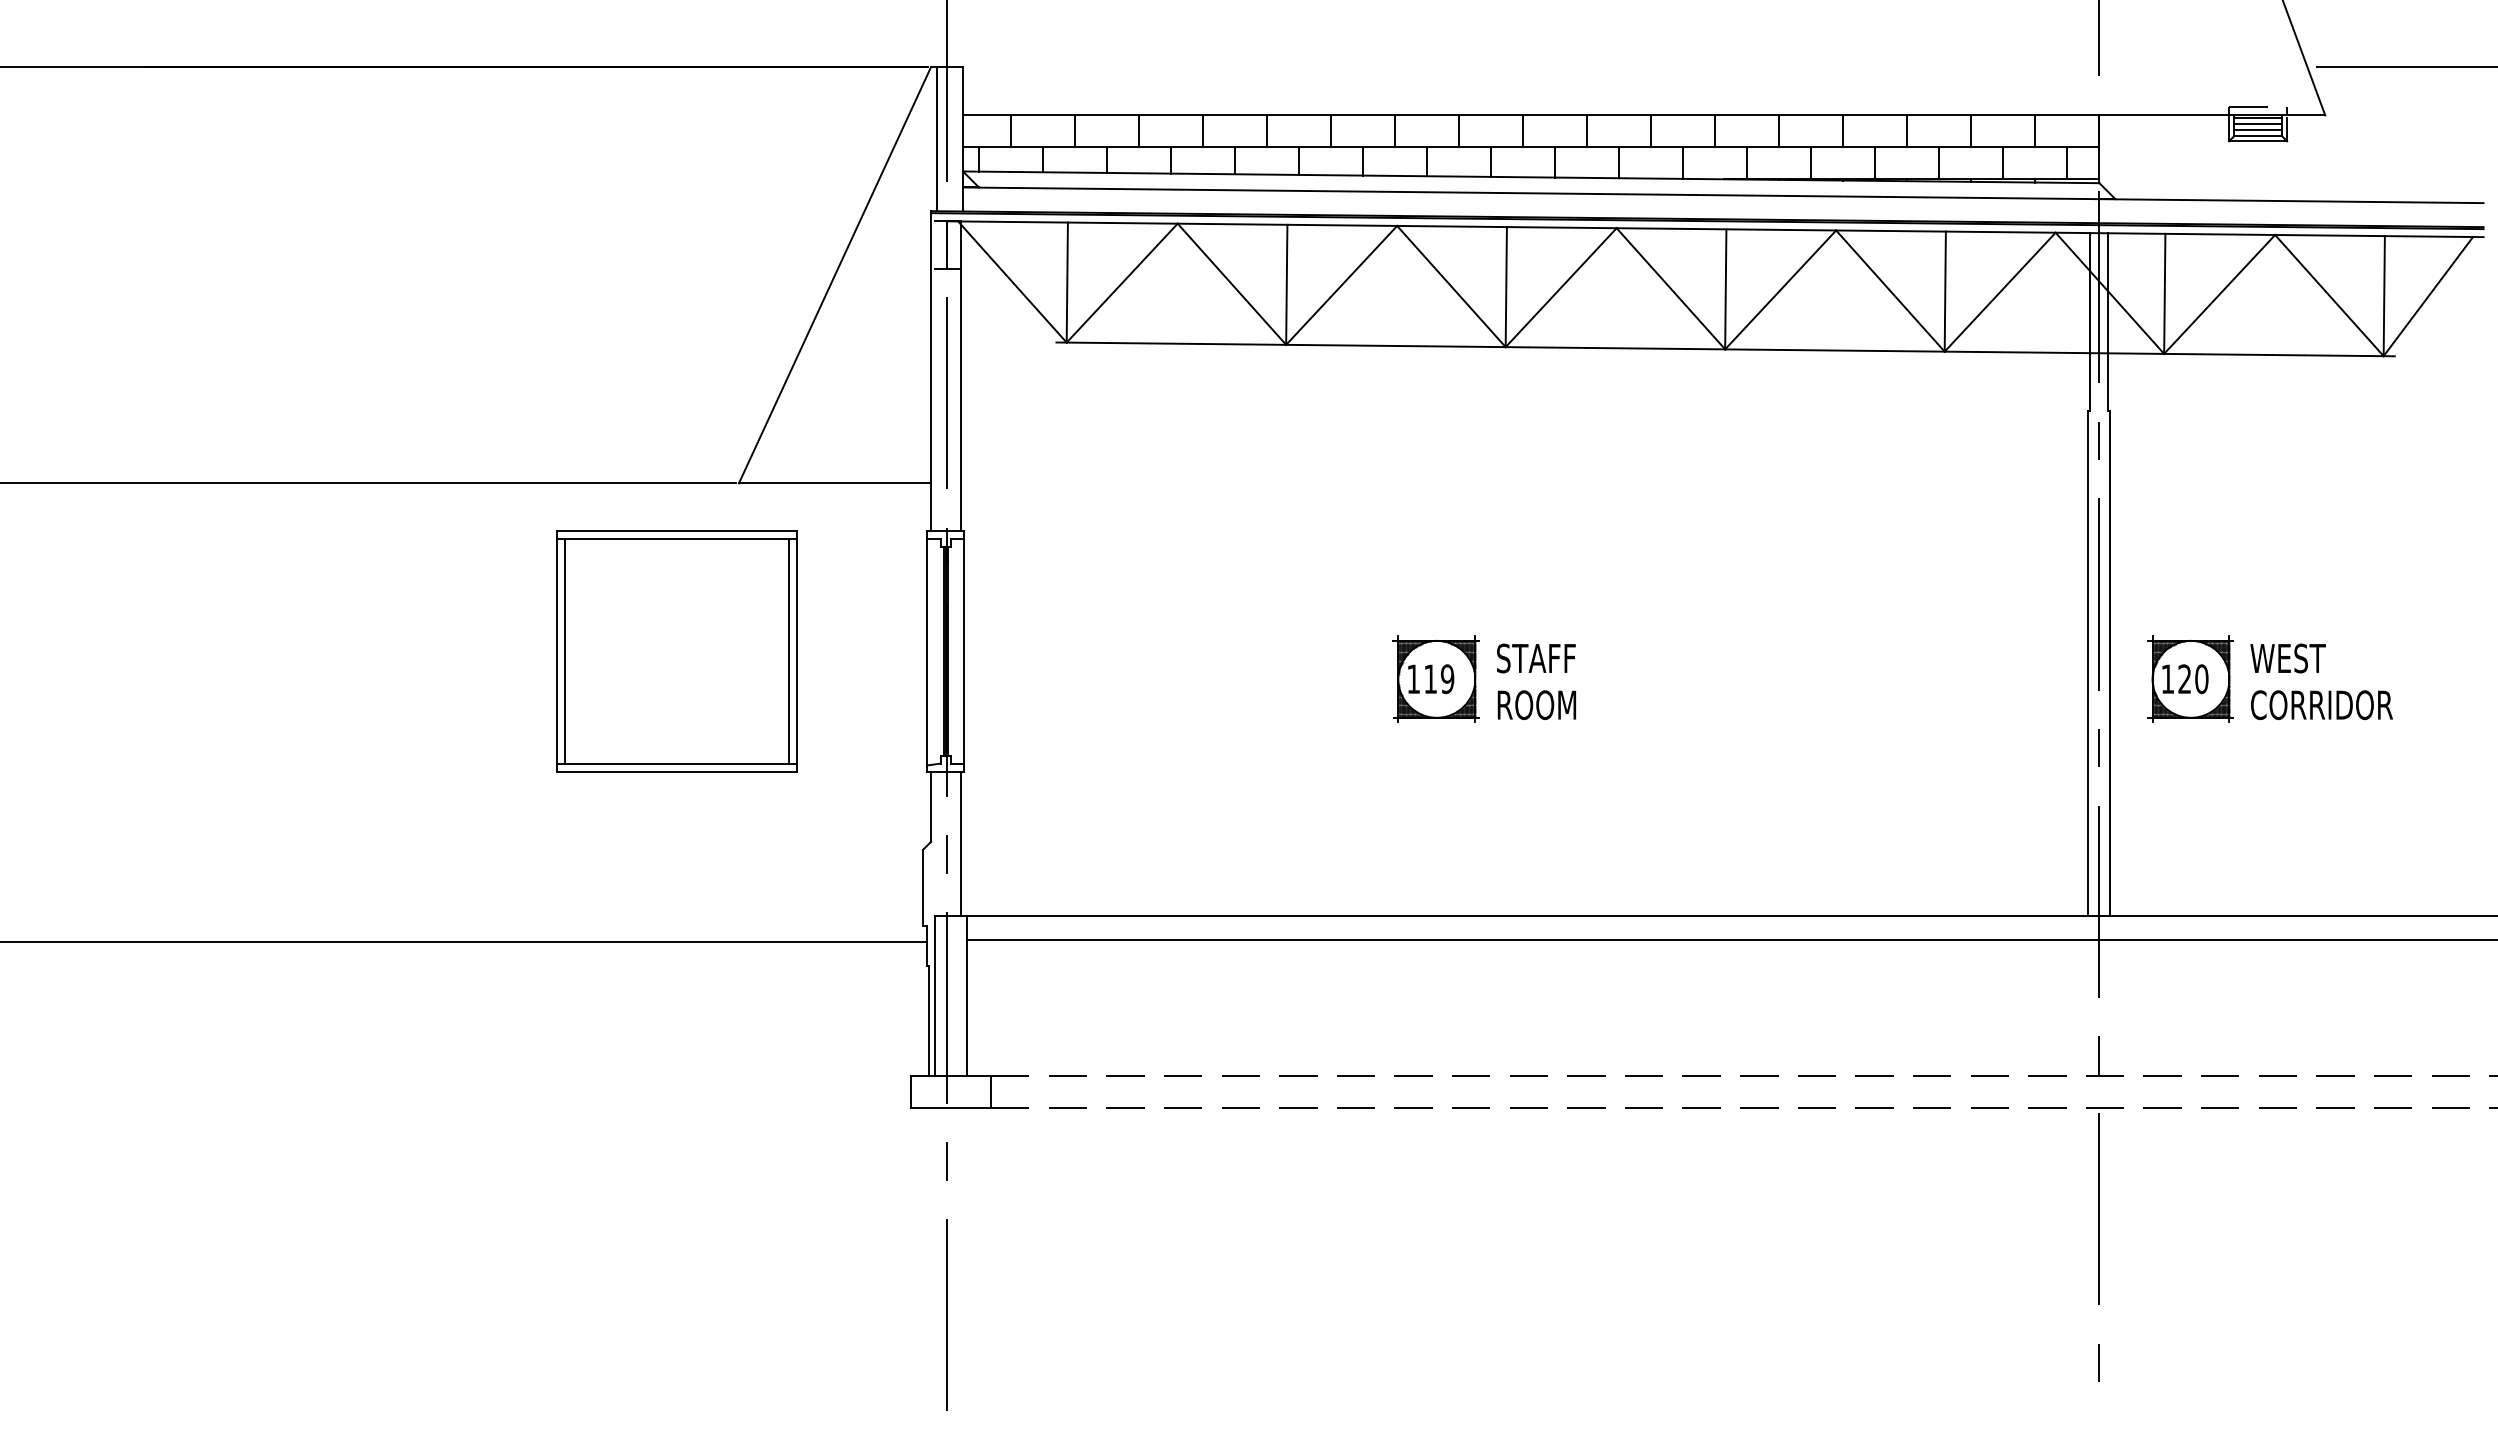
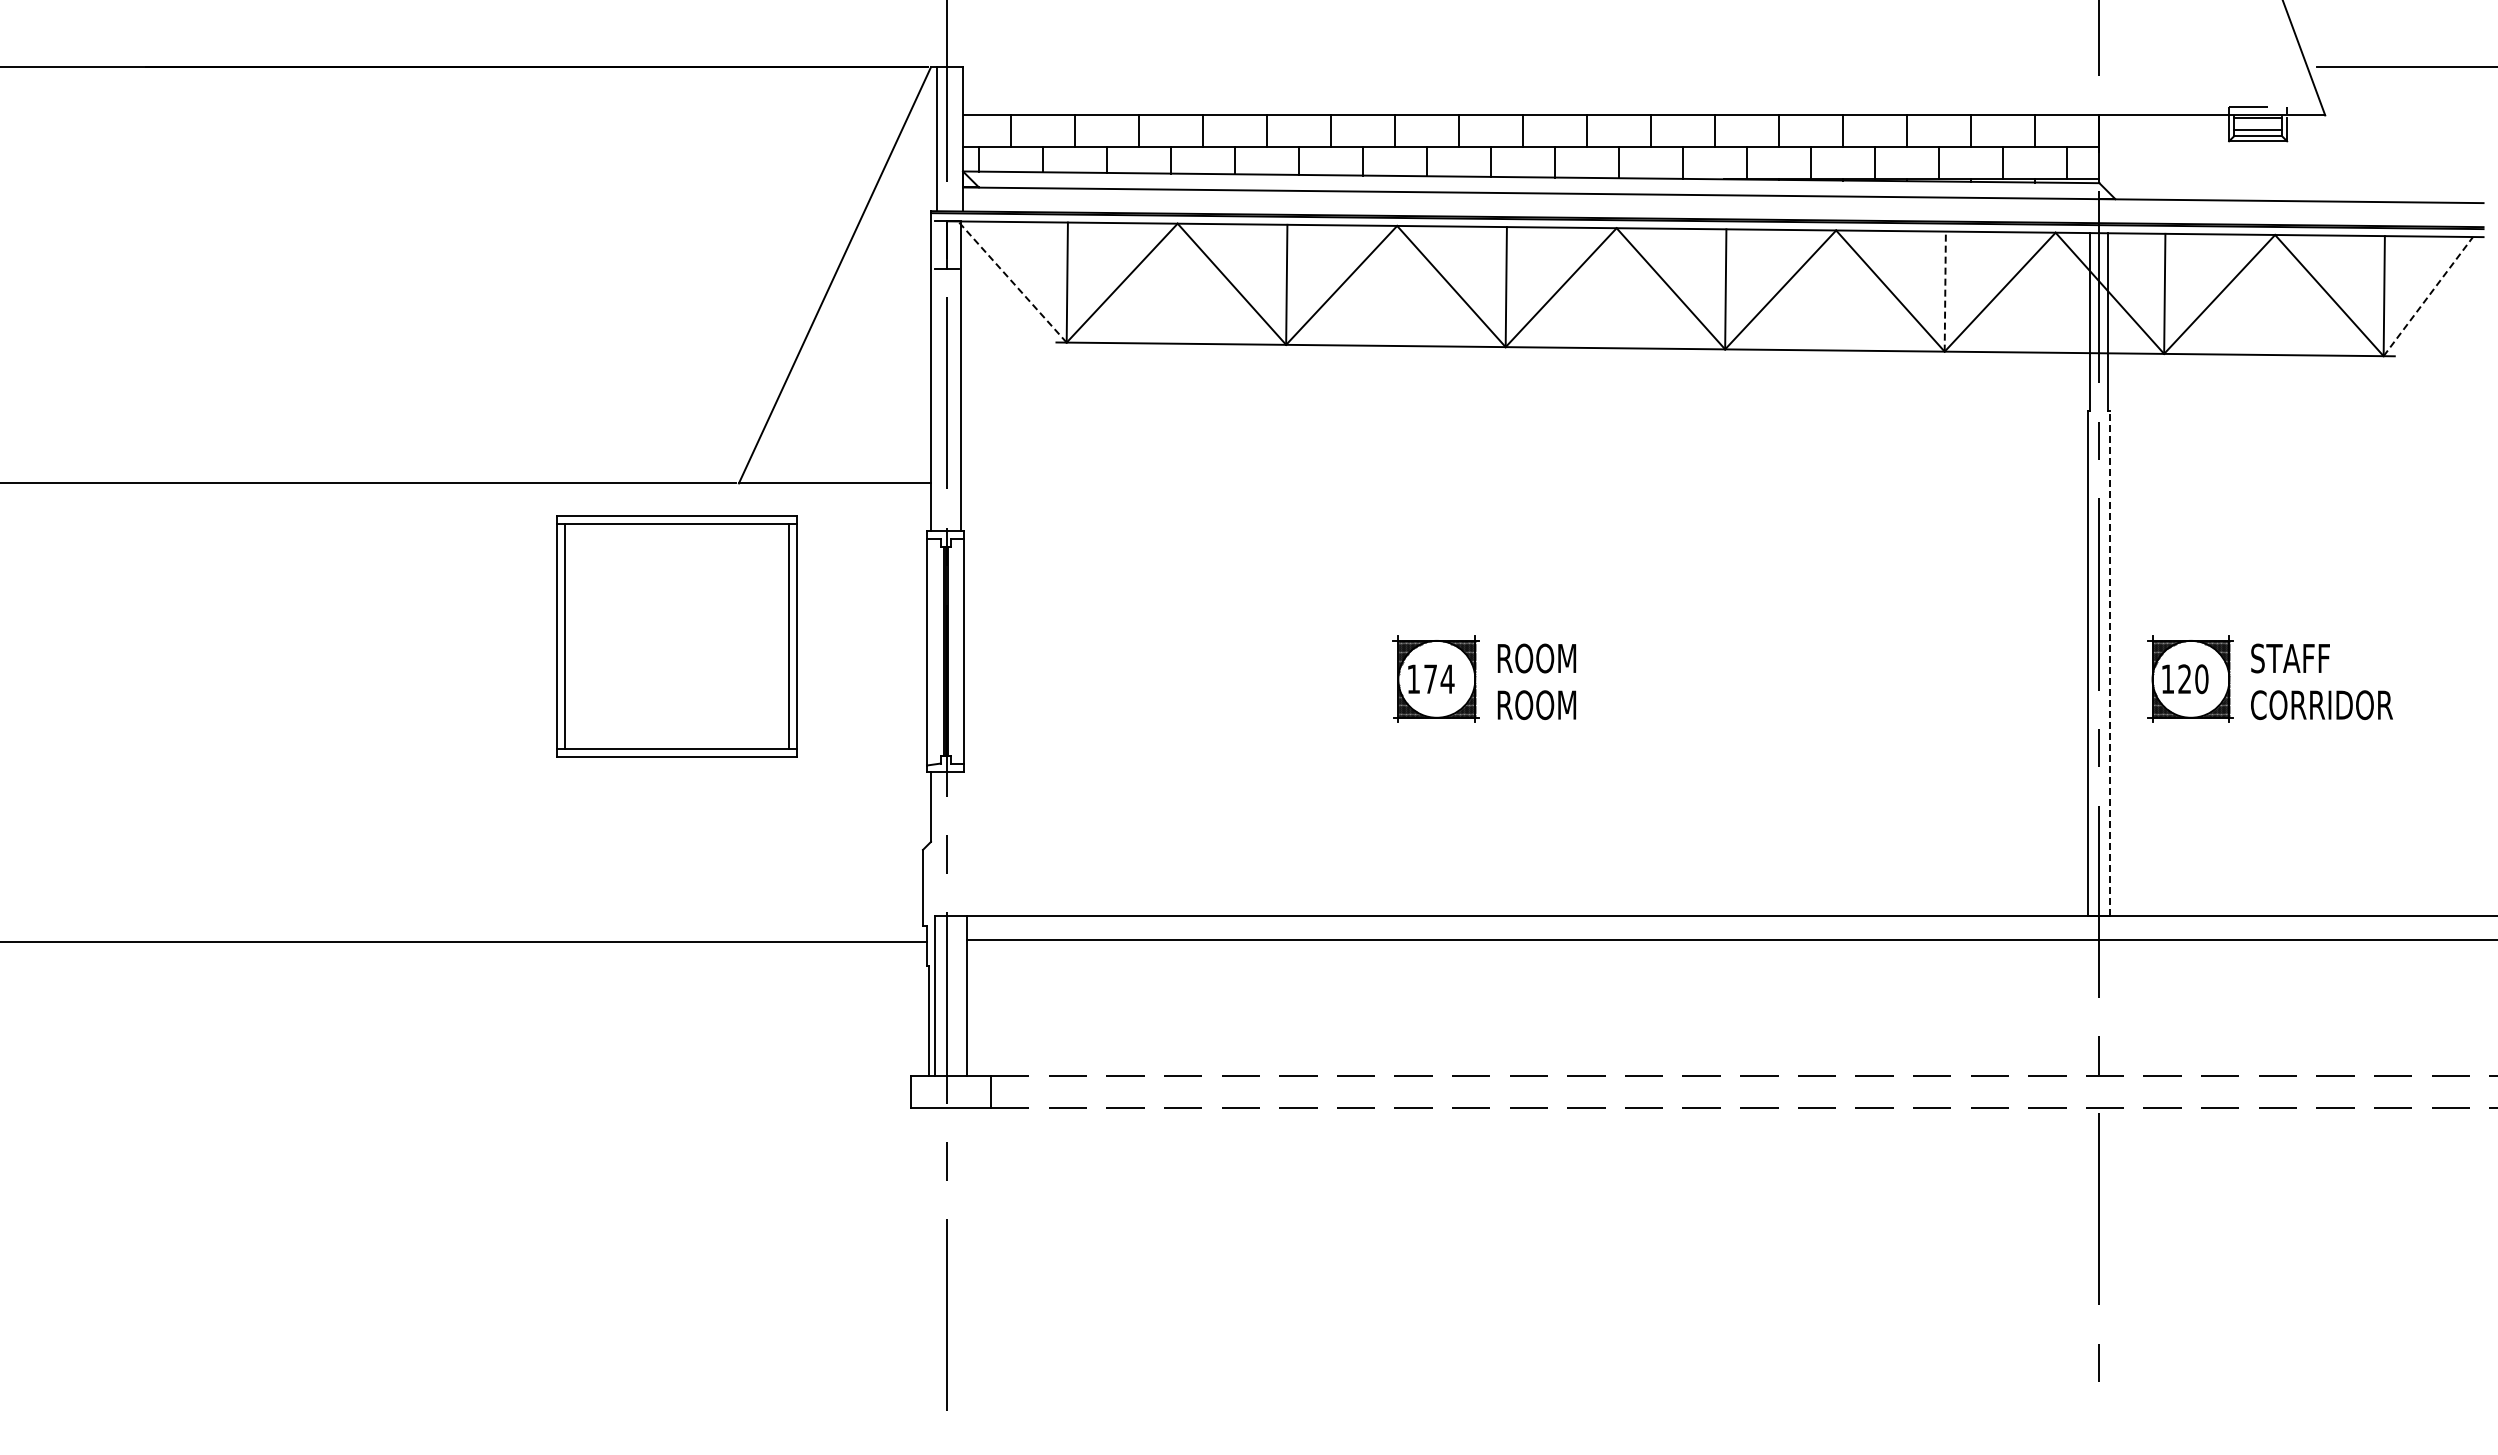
line at (2258, 124): present -> none
line at (1012, 281): solid -> dashed
line at (1945, 291): solid -> dashed
line at (2428, 296): solid -> dashed
part at (676, 651) position: (676, 651) -> (676, 636)
text at (1536, 658): STAFF -> ROOM
text at (2289, 658): WEST -> STAFF
line at (2110, 662): solid -> dashed
text at (1439, 679): 119 -> 174
line at (961, 843): present -> none
